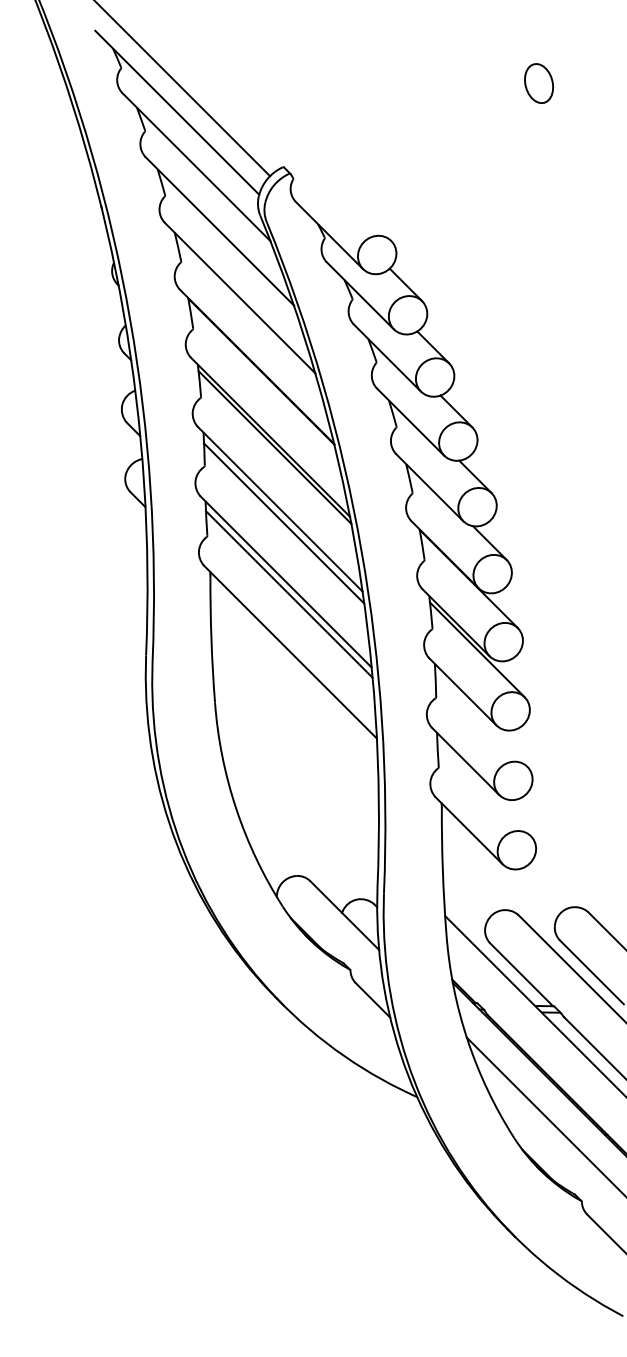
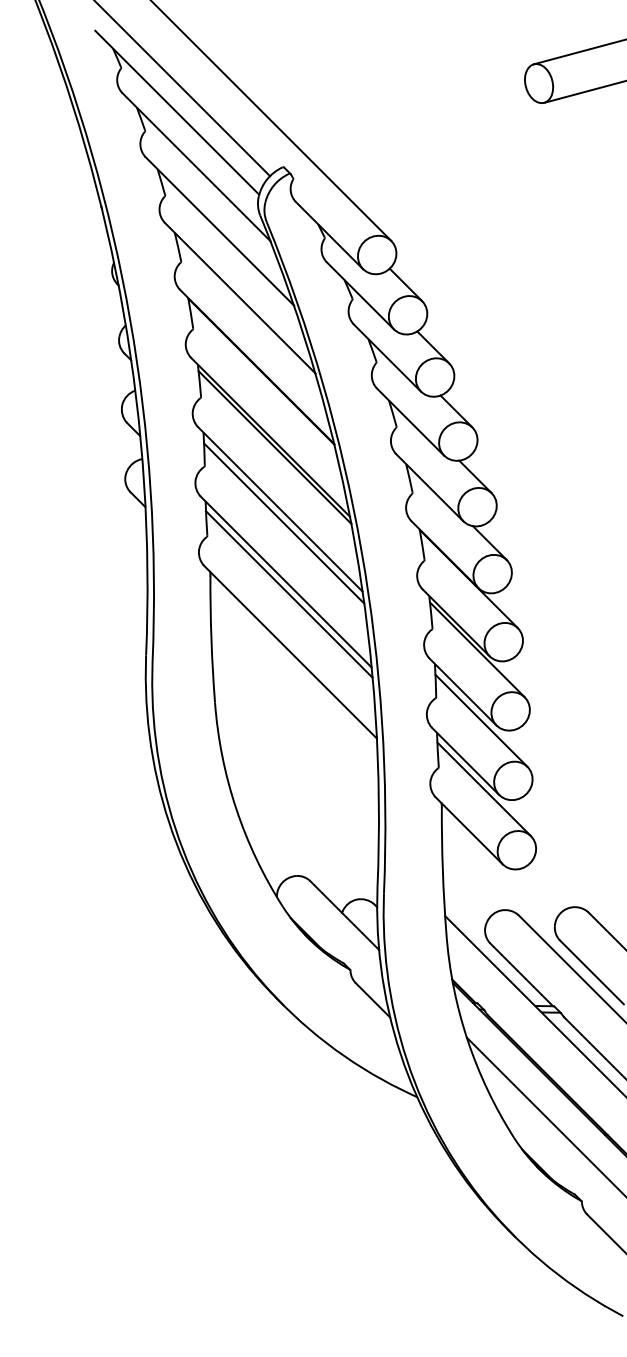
line at (578, 52): none -> present
line at (583, 91): none -> present
line at (271, 121): none -> present
line at (481, 720): none -> present
line at (484, 789): none -> present
